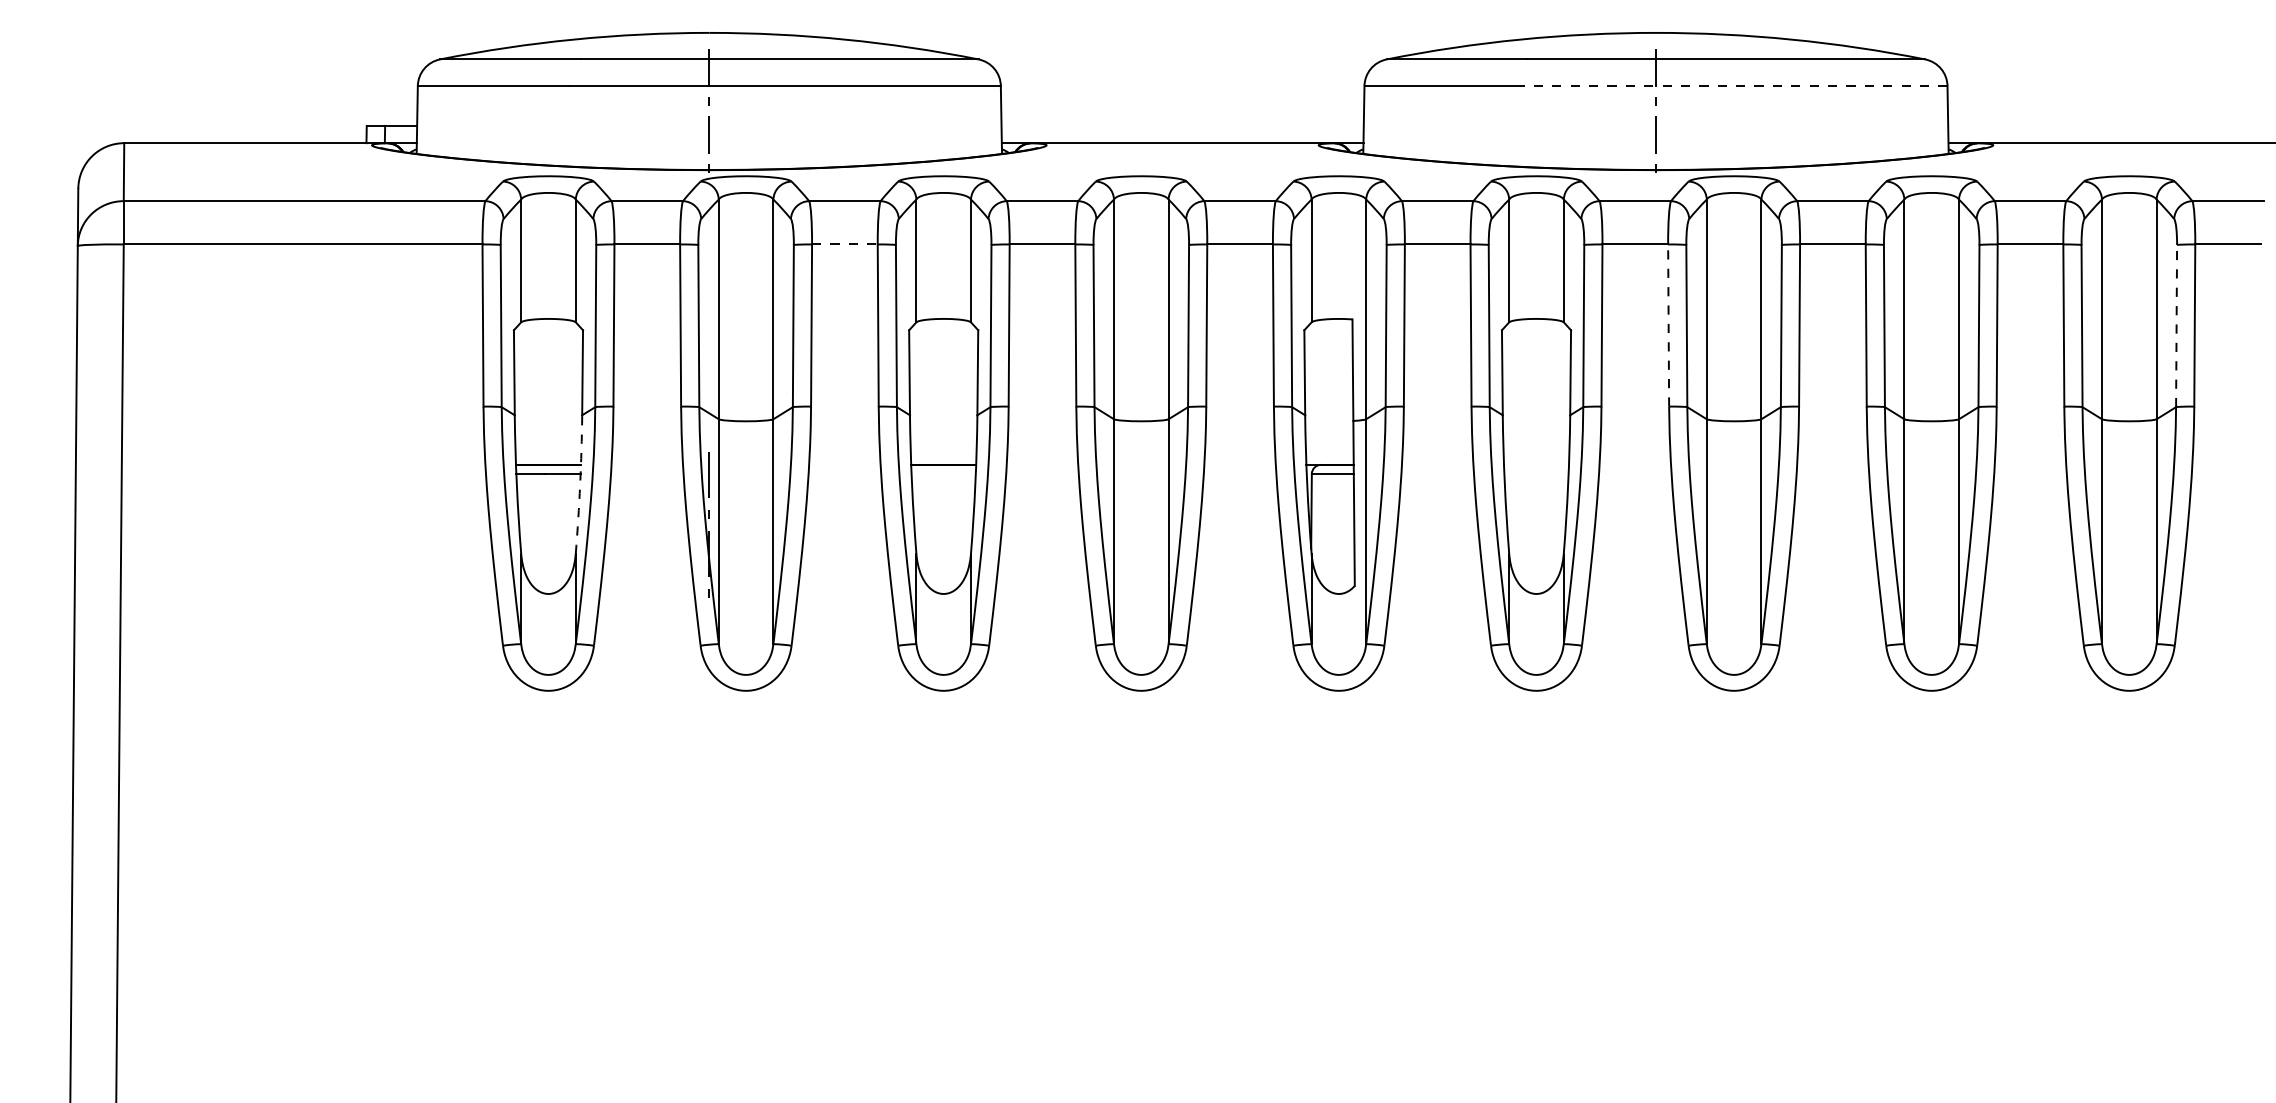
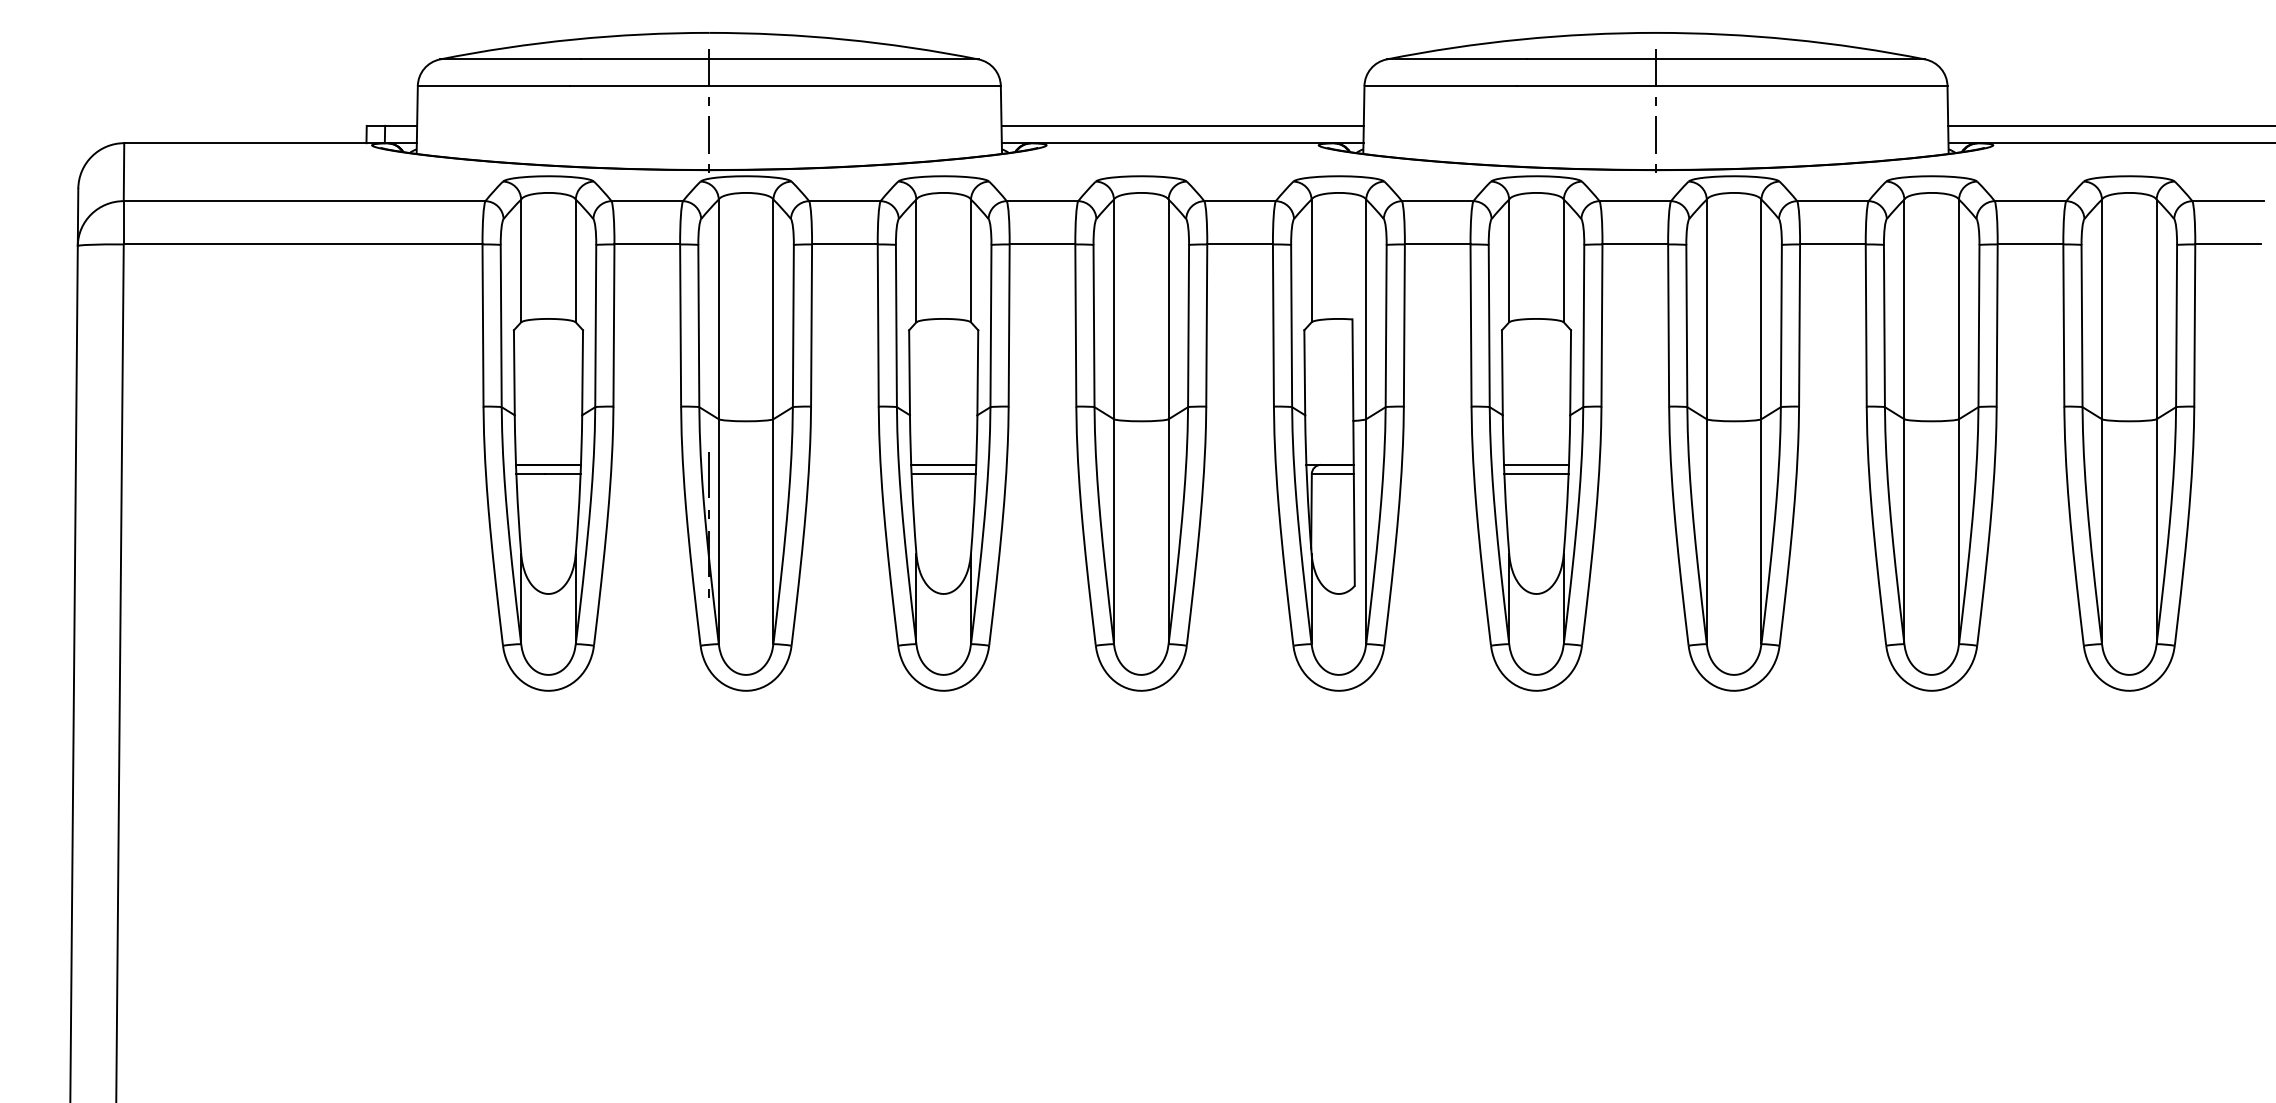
line at (1731, 86): dashed -> solid
line at (1182, 125): none -> present
line at (2110, 125): none -> present
line at (844, 244): dashed -> solid
line at (1668, 325): dashed -> solid
line at (2176, 325): dashed -> solid
line at (1536, 464): none -> present
line at (943, 473): none -> present
line at (1536, 473): none -> present
arc at (580, 484): dashed -> solid
